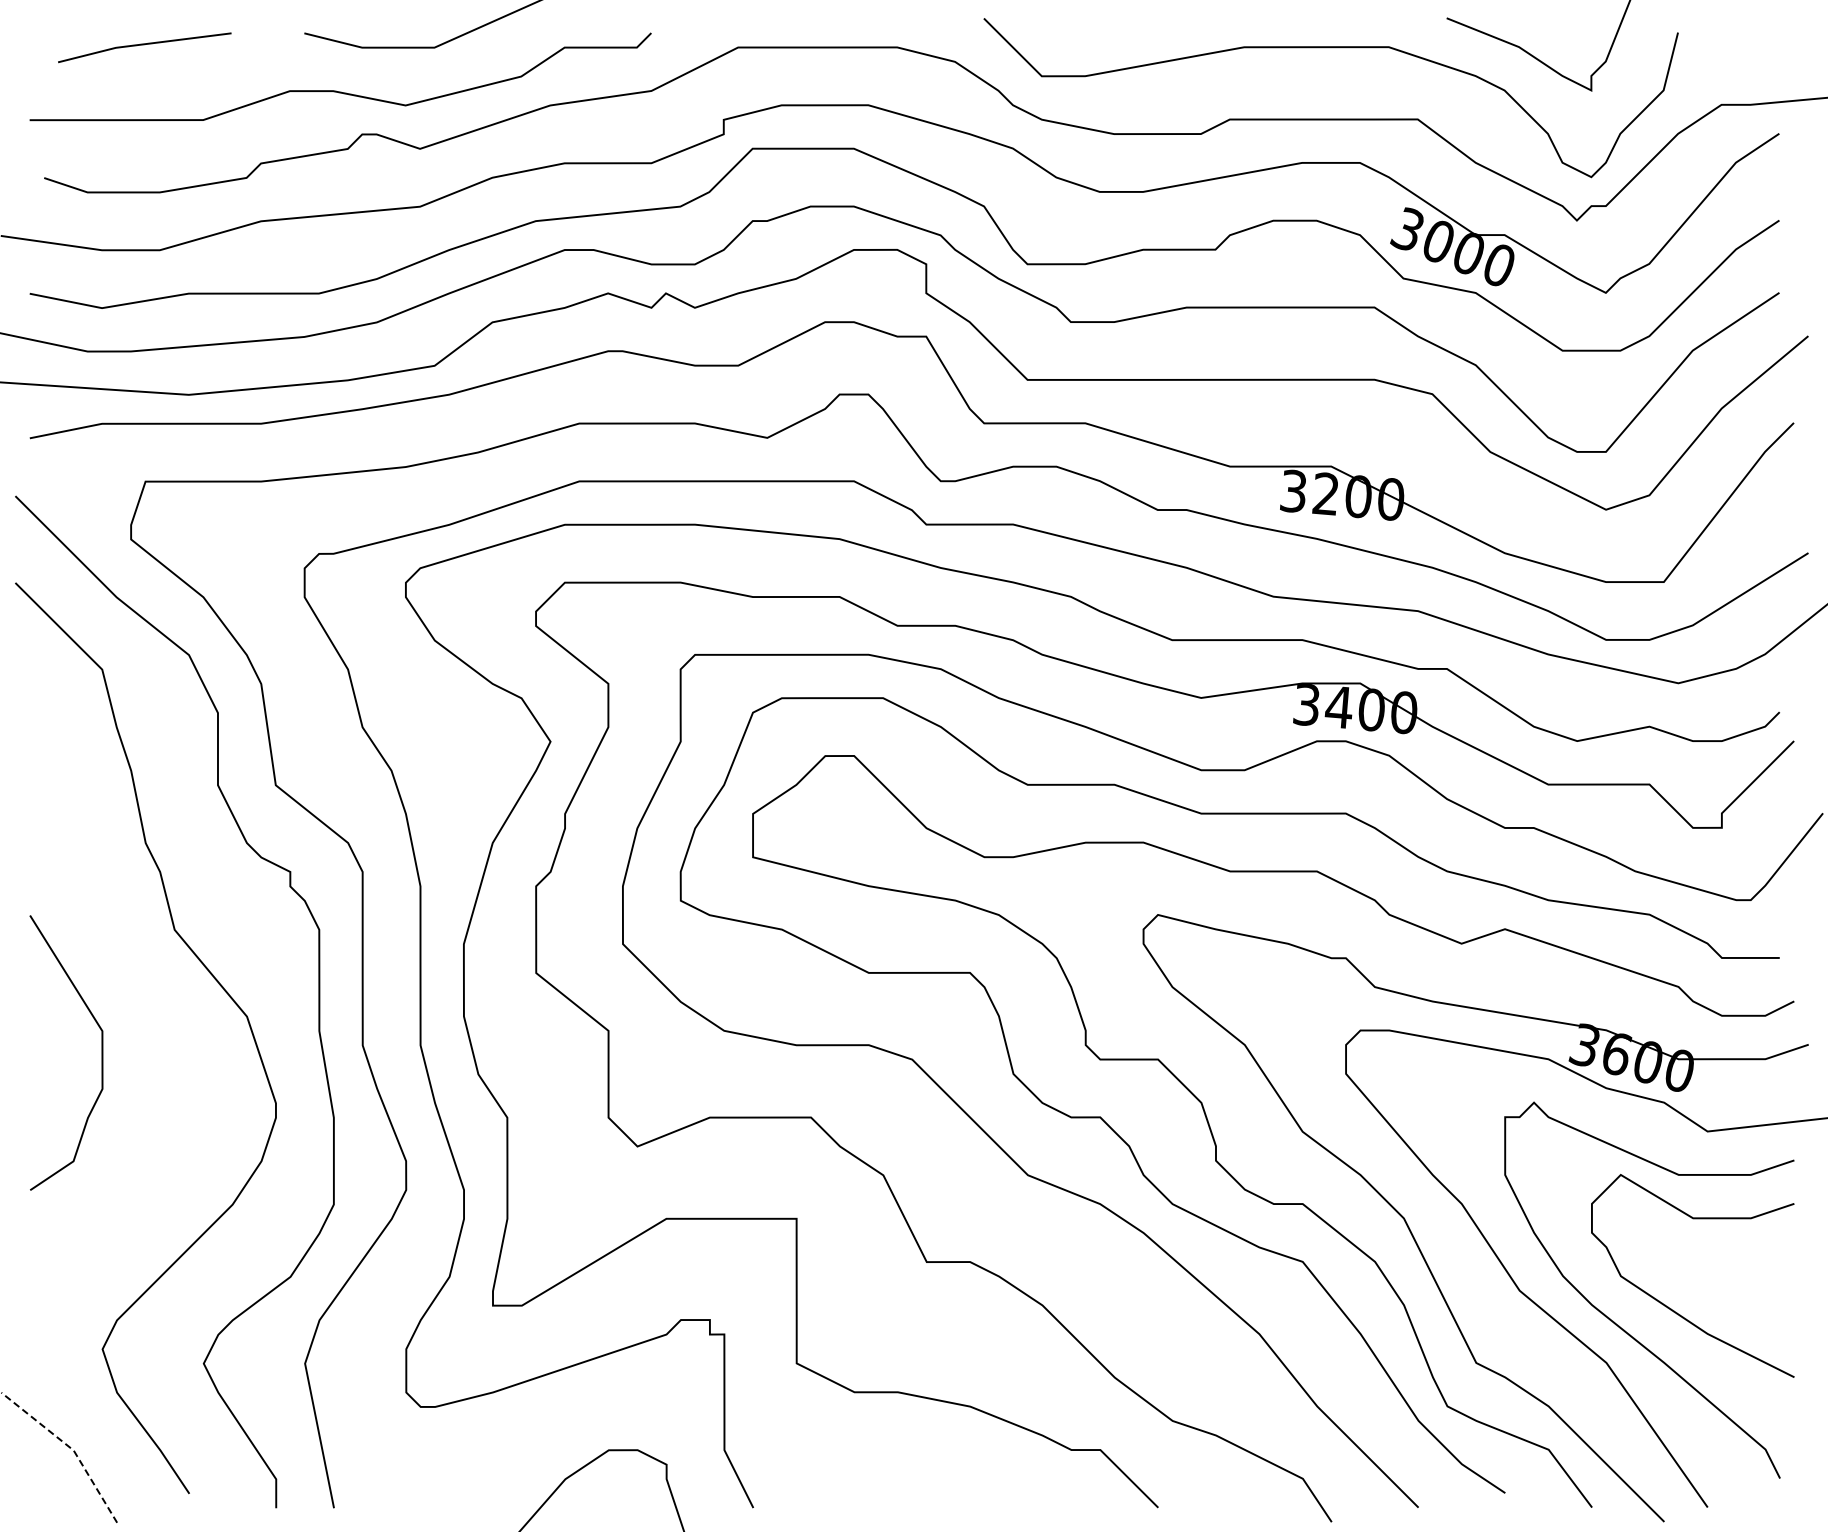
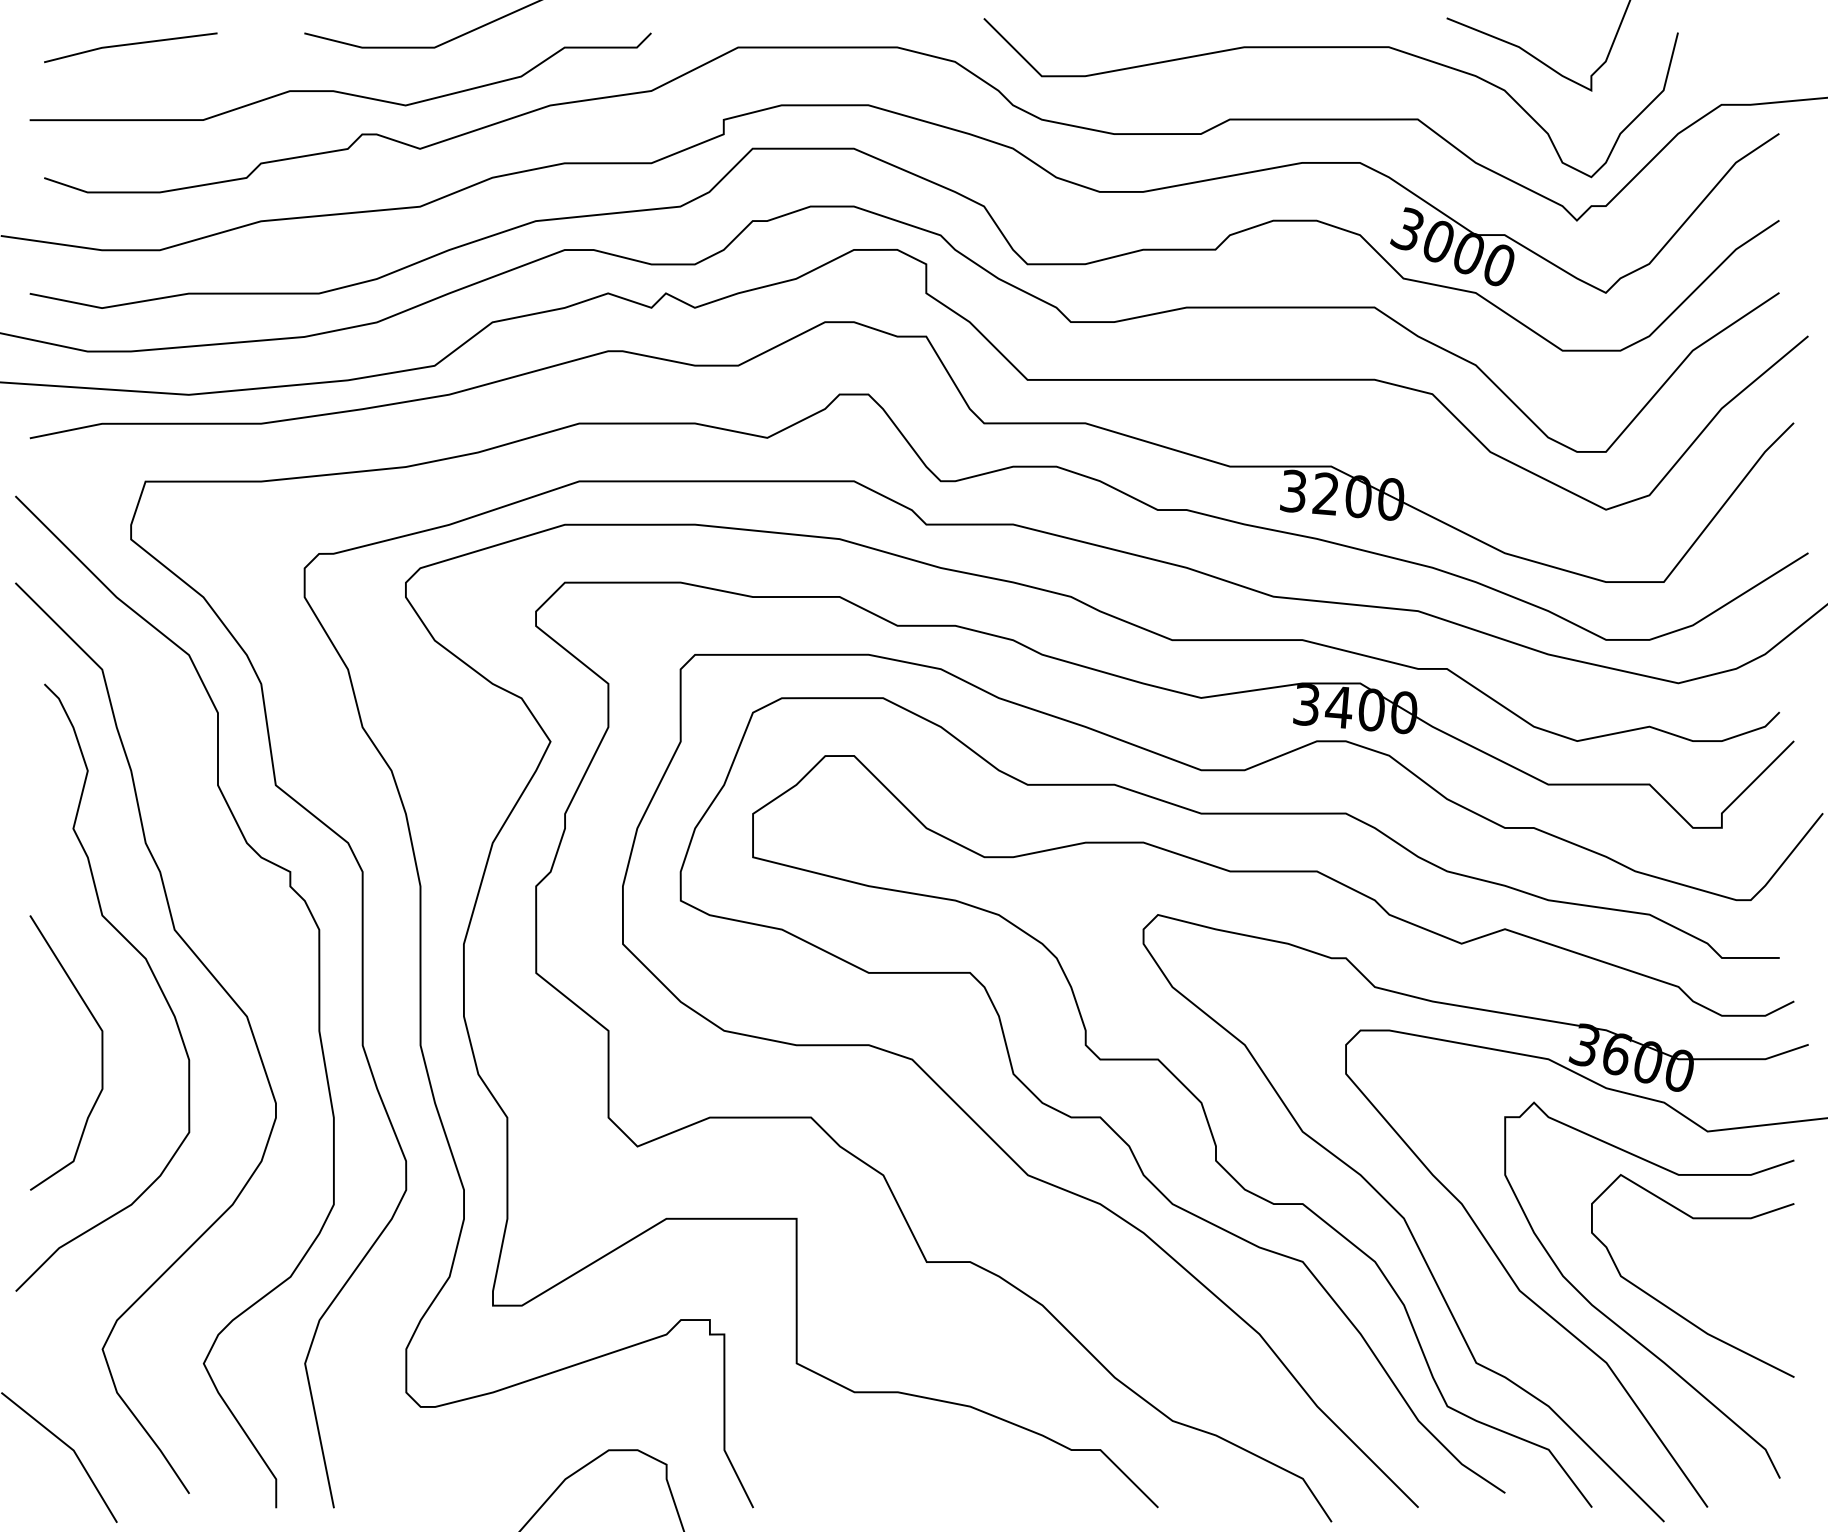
line at (144, 45) position: (144, 45) -> (130, 45)
curve at (137, 951): none -> present
line at (70, 1448): dashed -> solid
